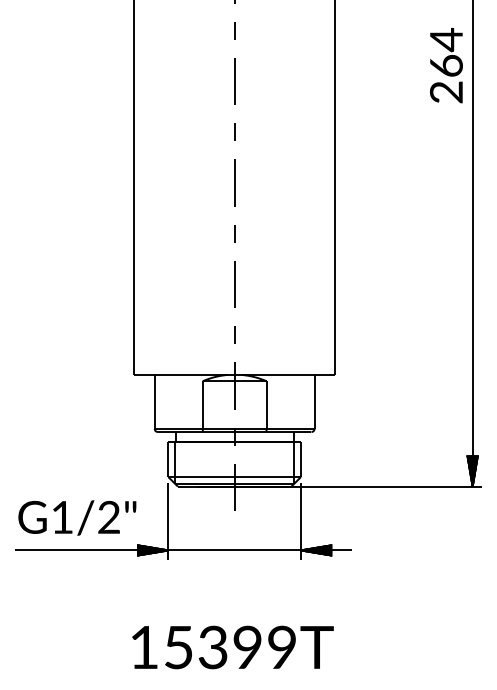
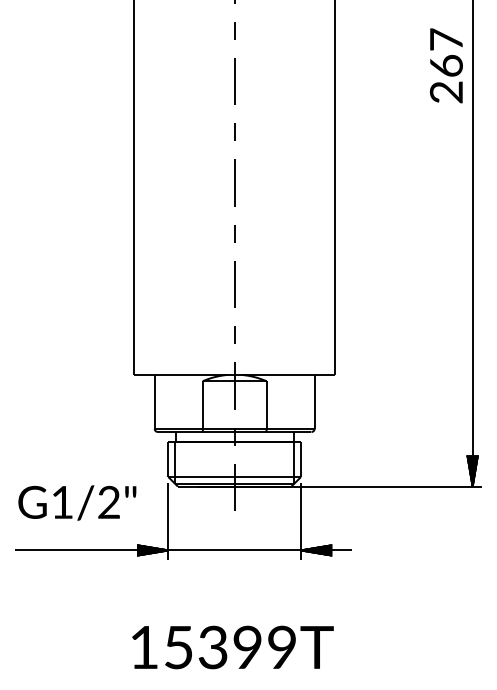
text at (446, 40): 264 -> 267
text at (77, 517) position: (77, 517) -> (77, 502)
